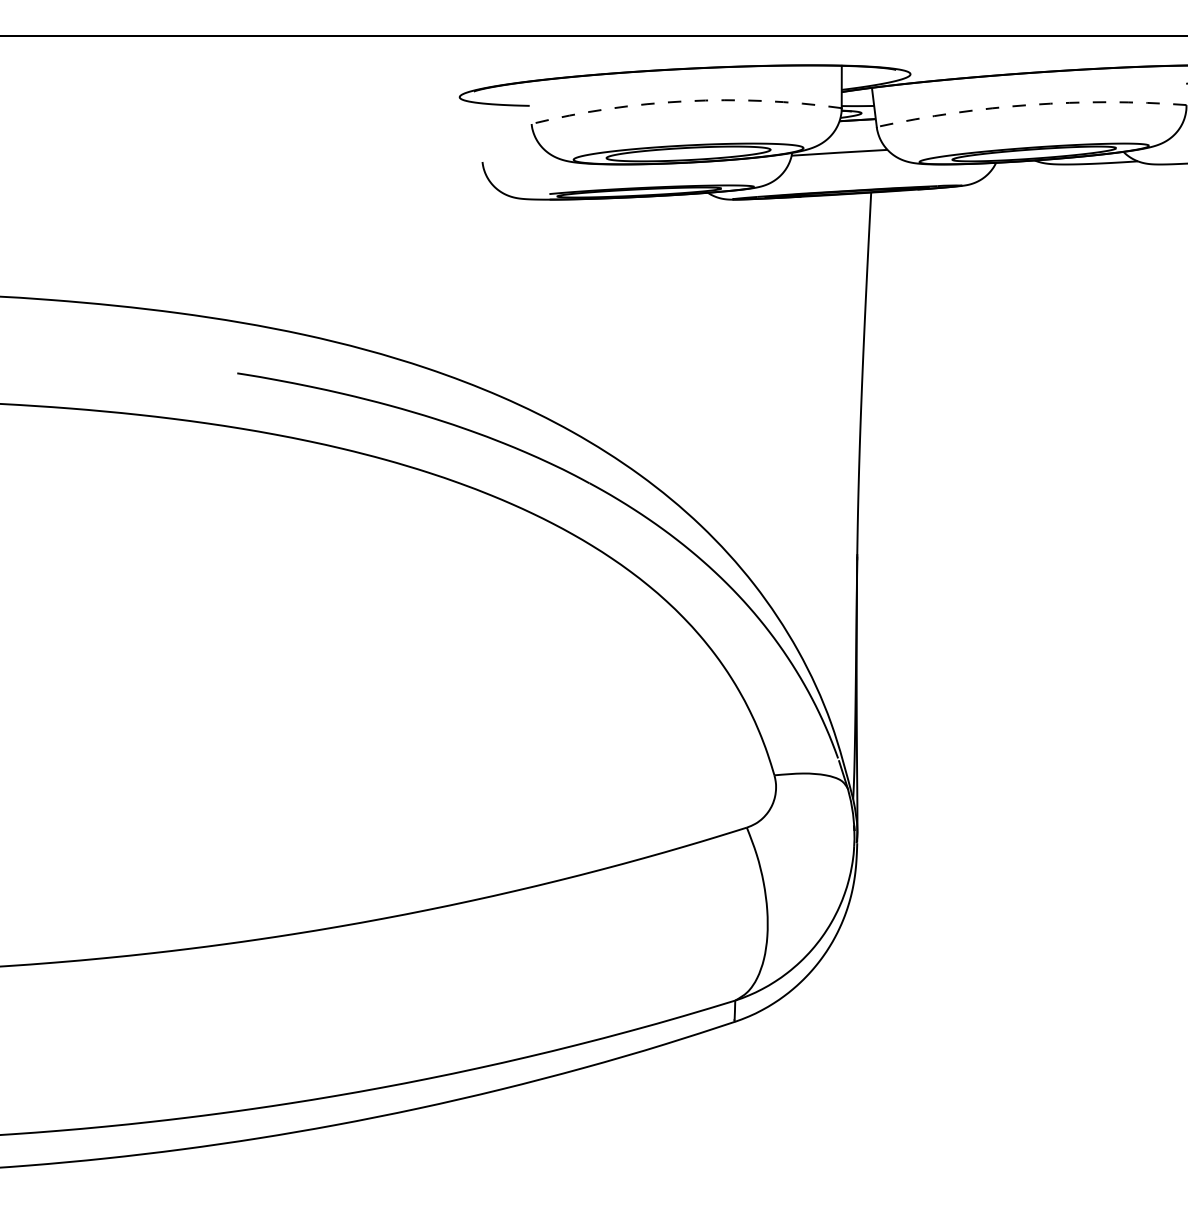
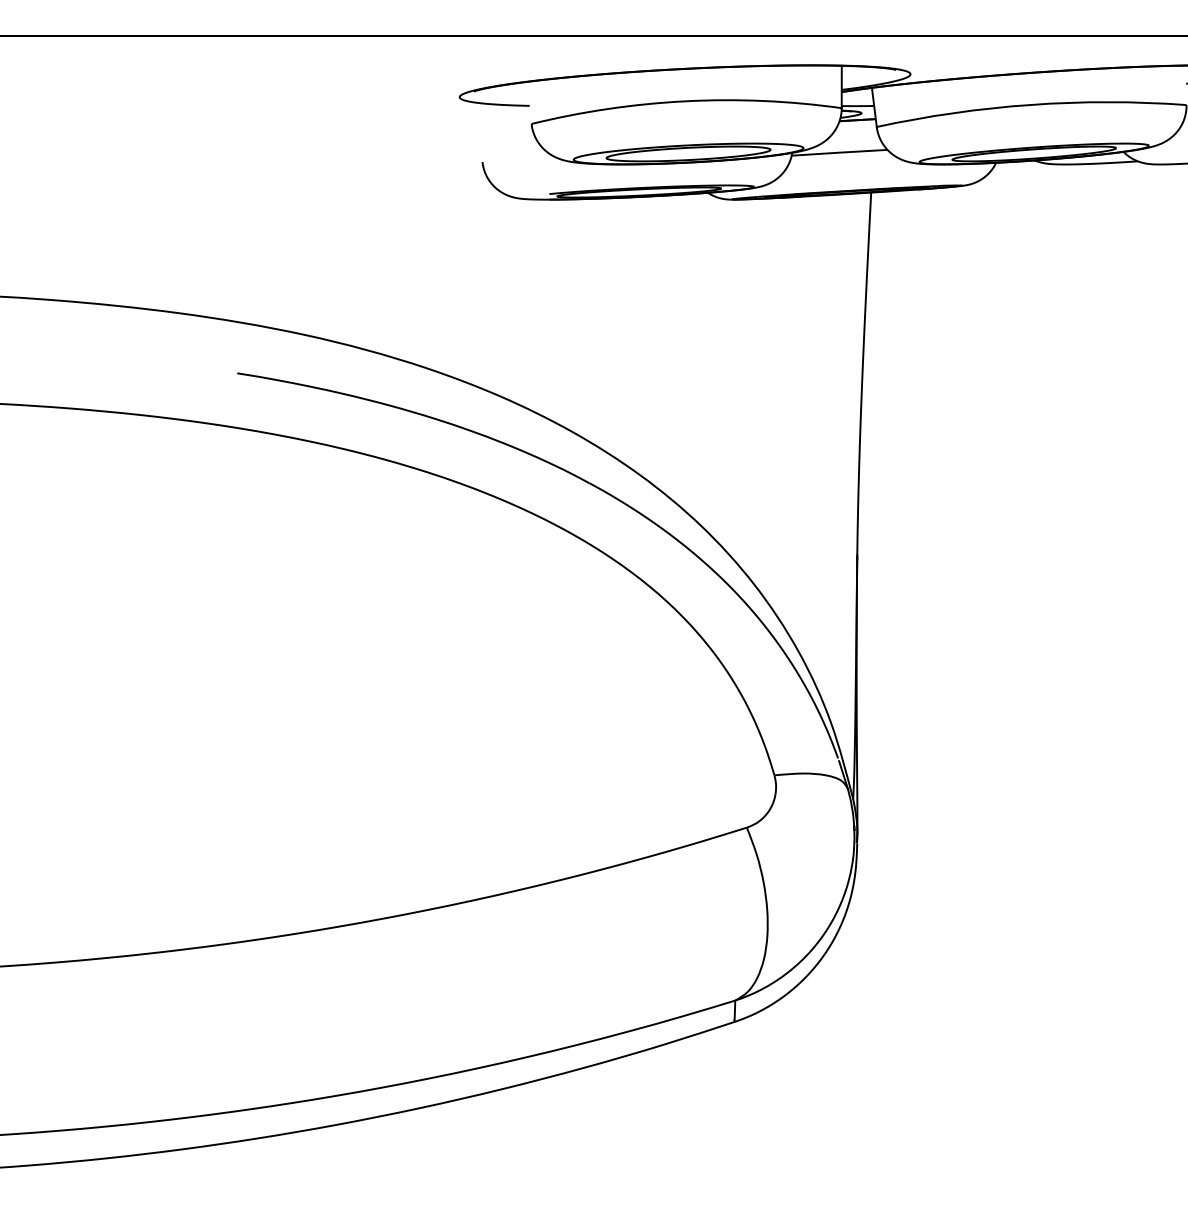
arc at (685, 101): dashed -> solid
arc at (1030, 104): dashed -> solid
